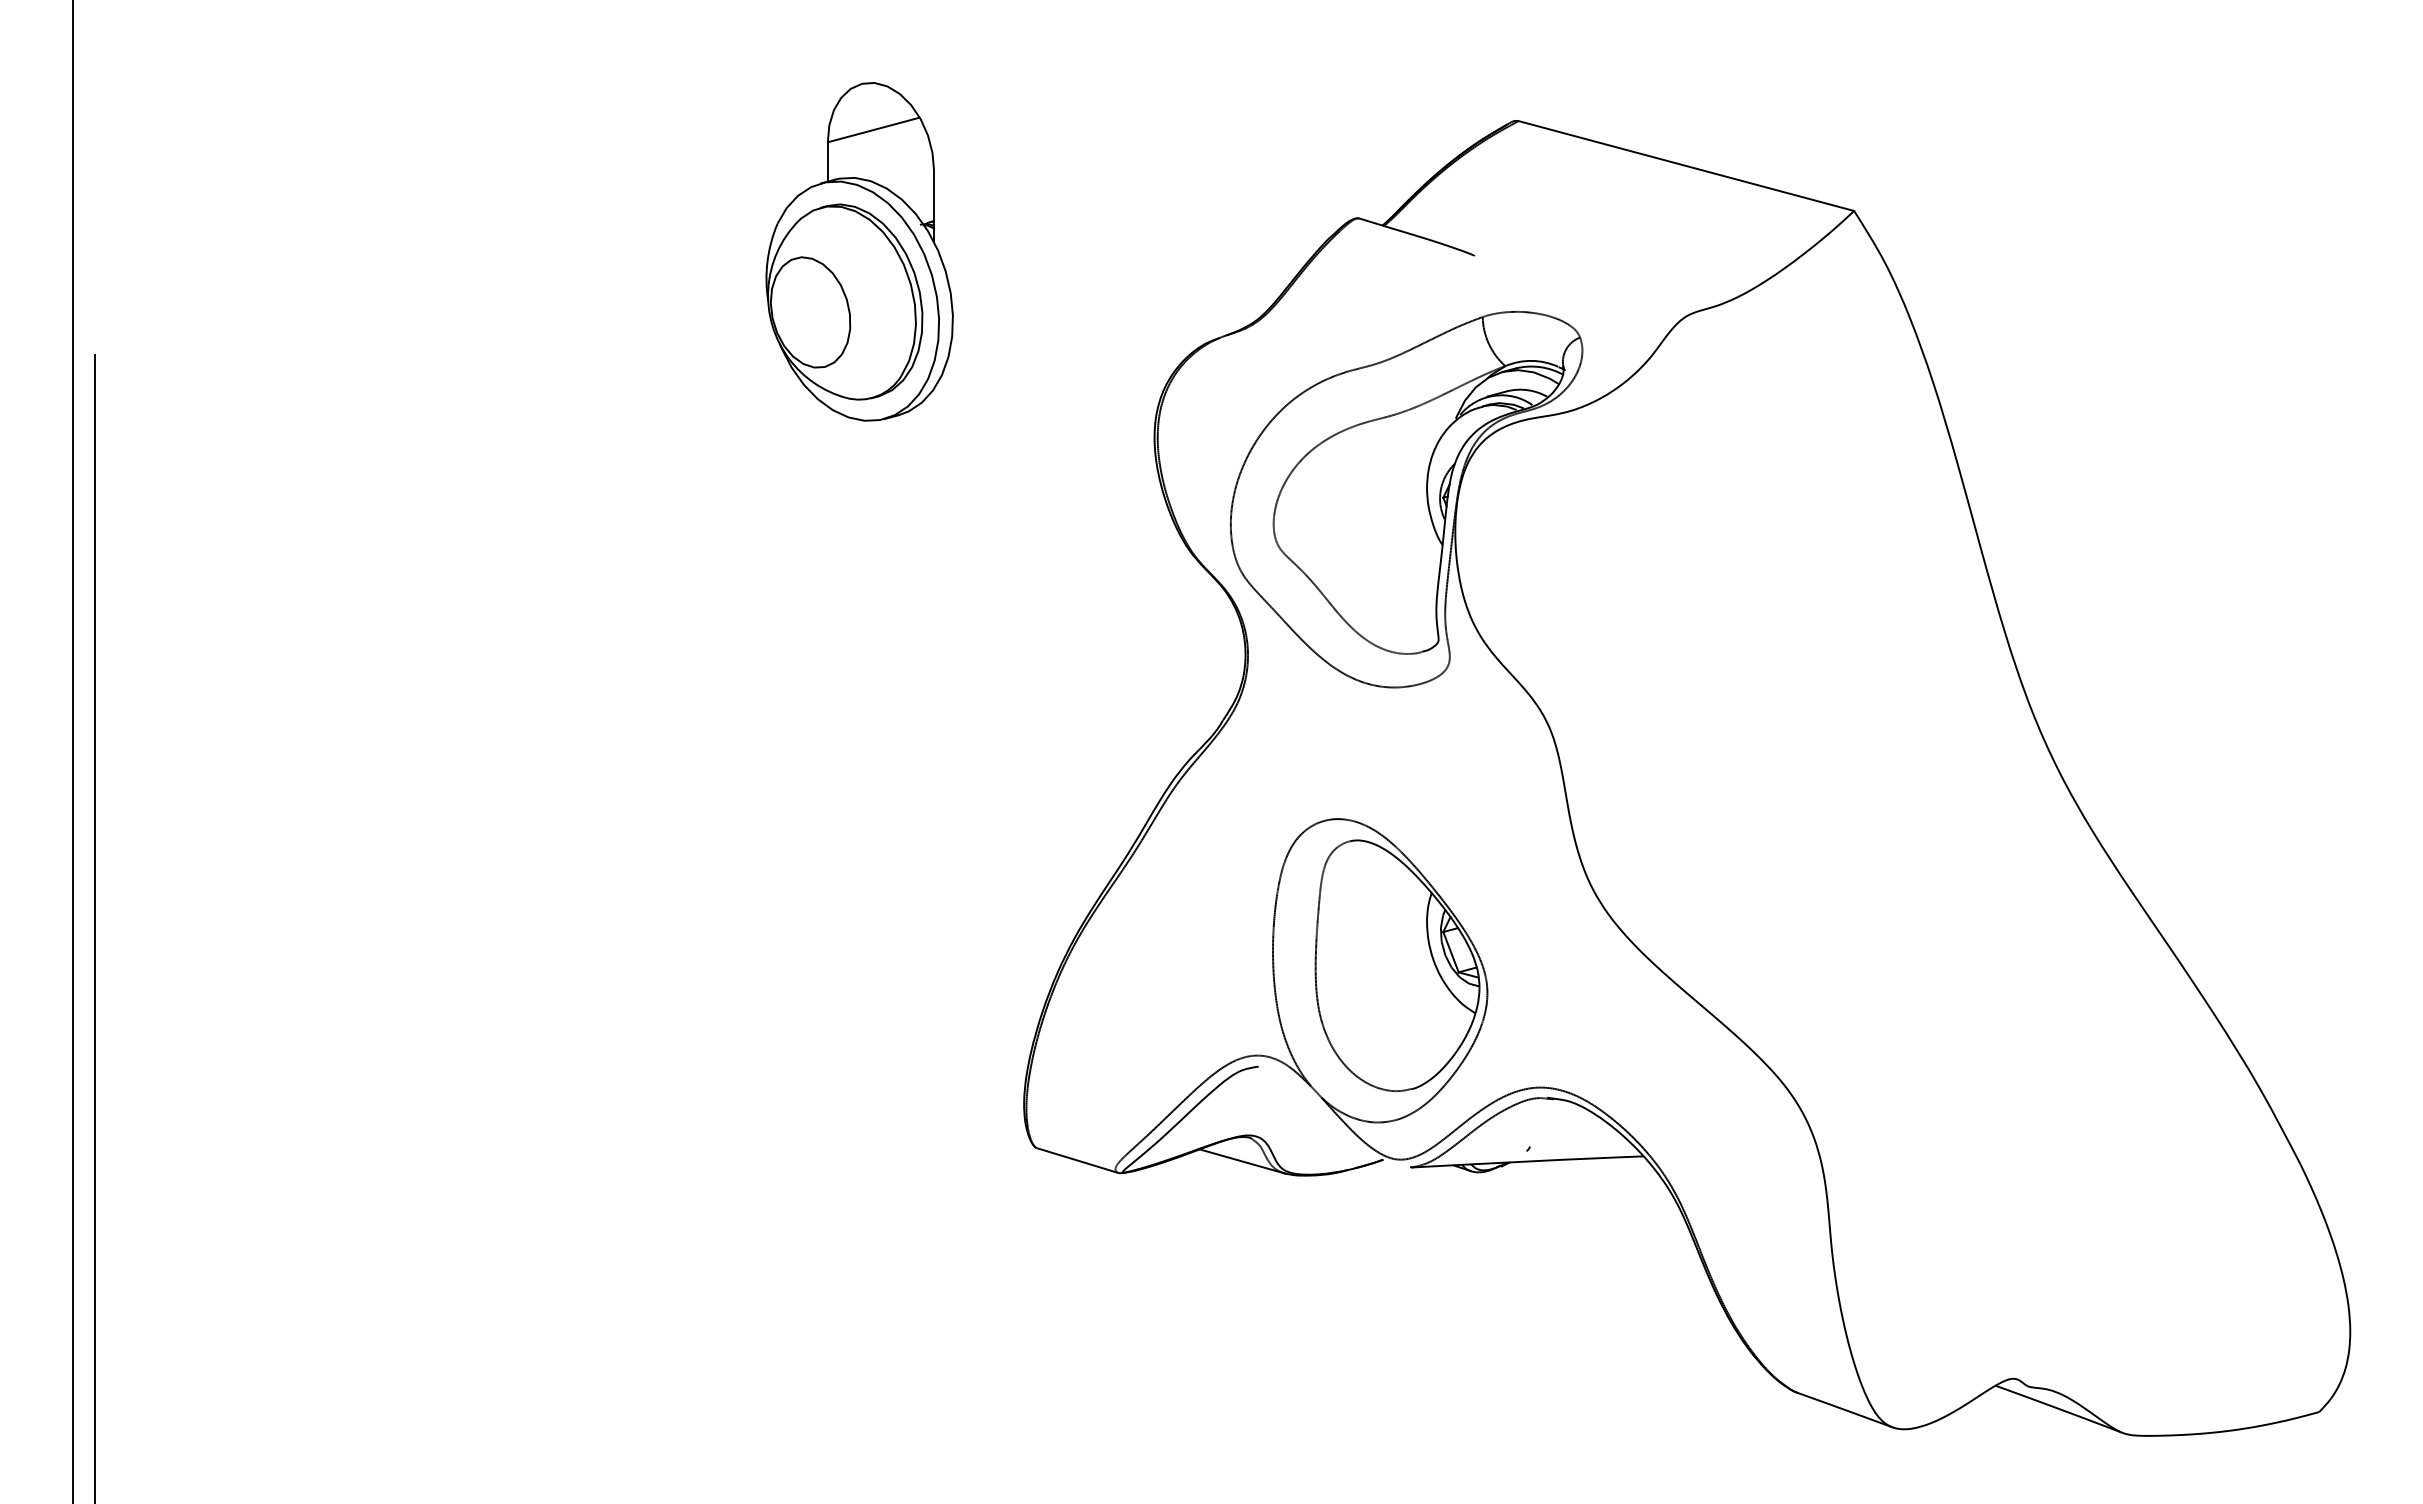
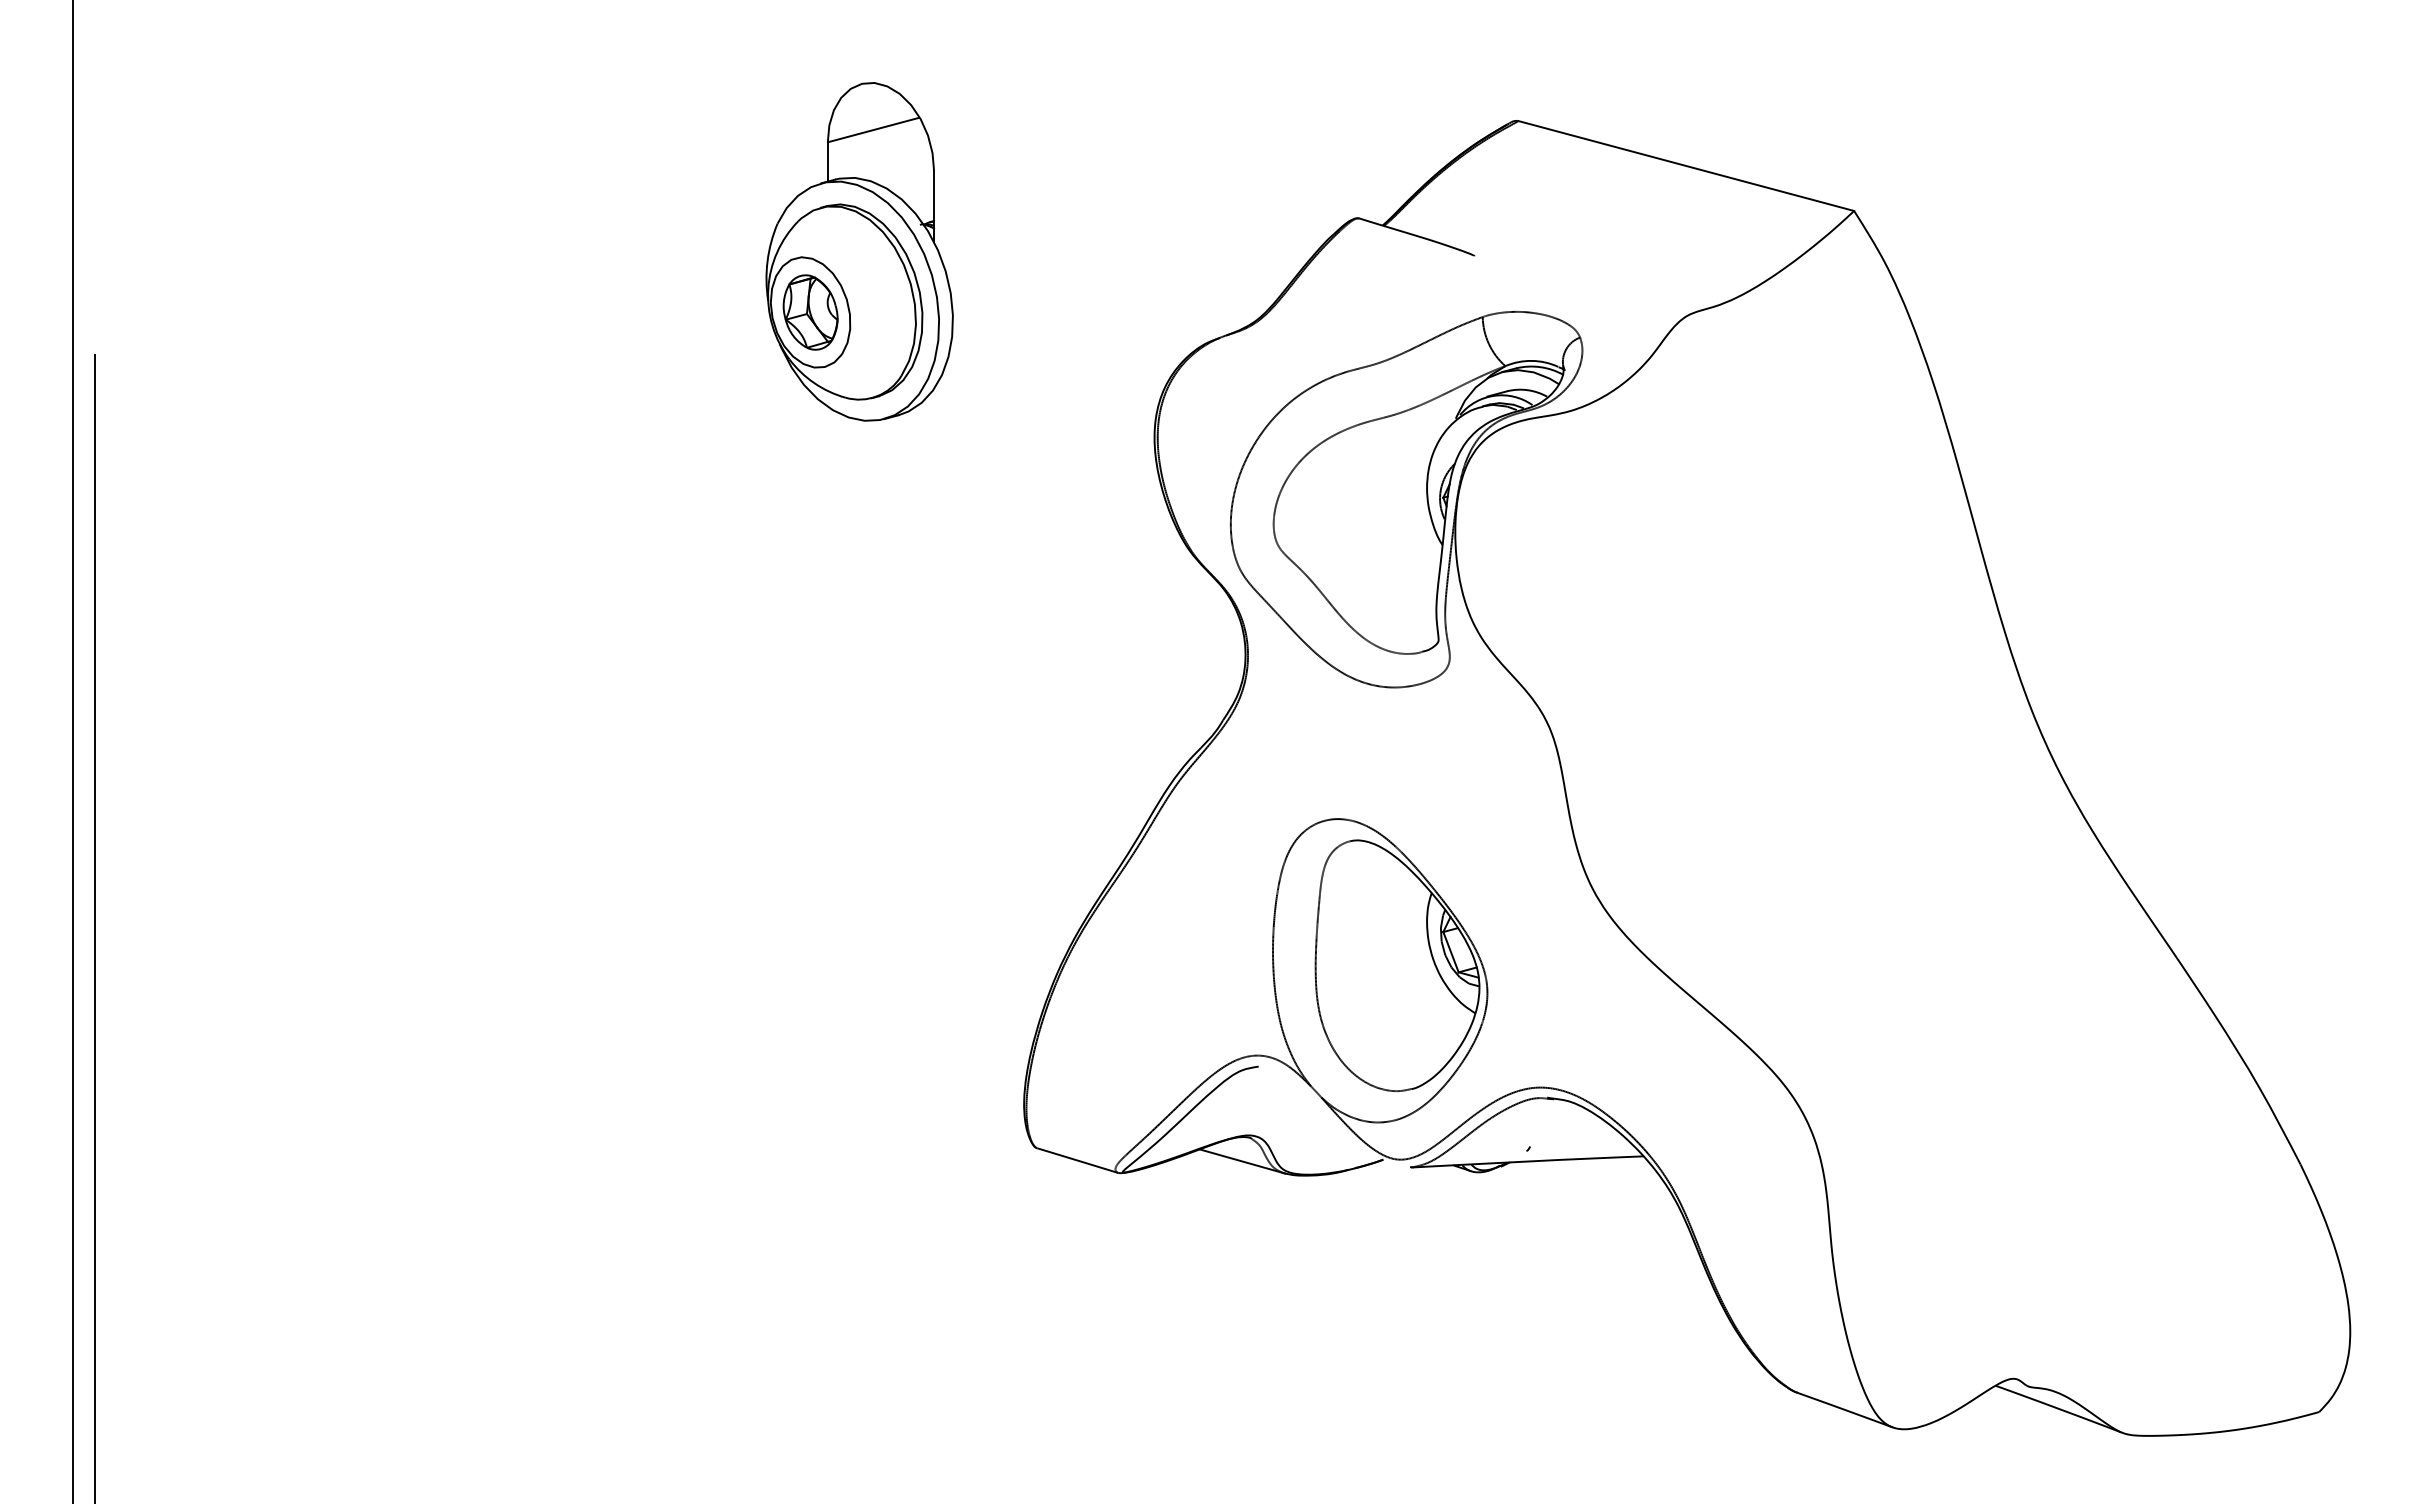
part at (810, 312): none -> present
